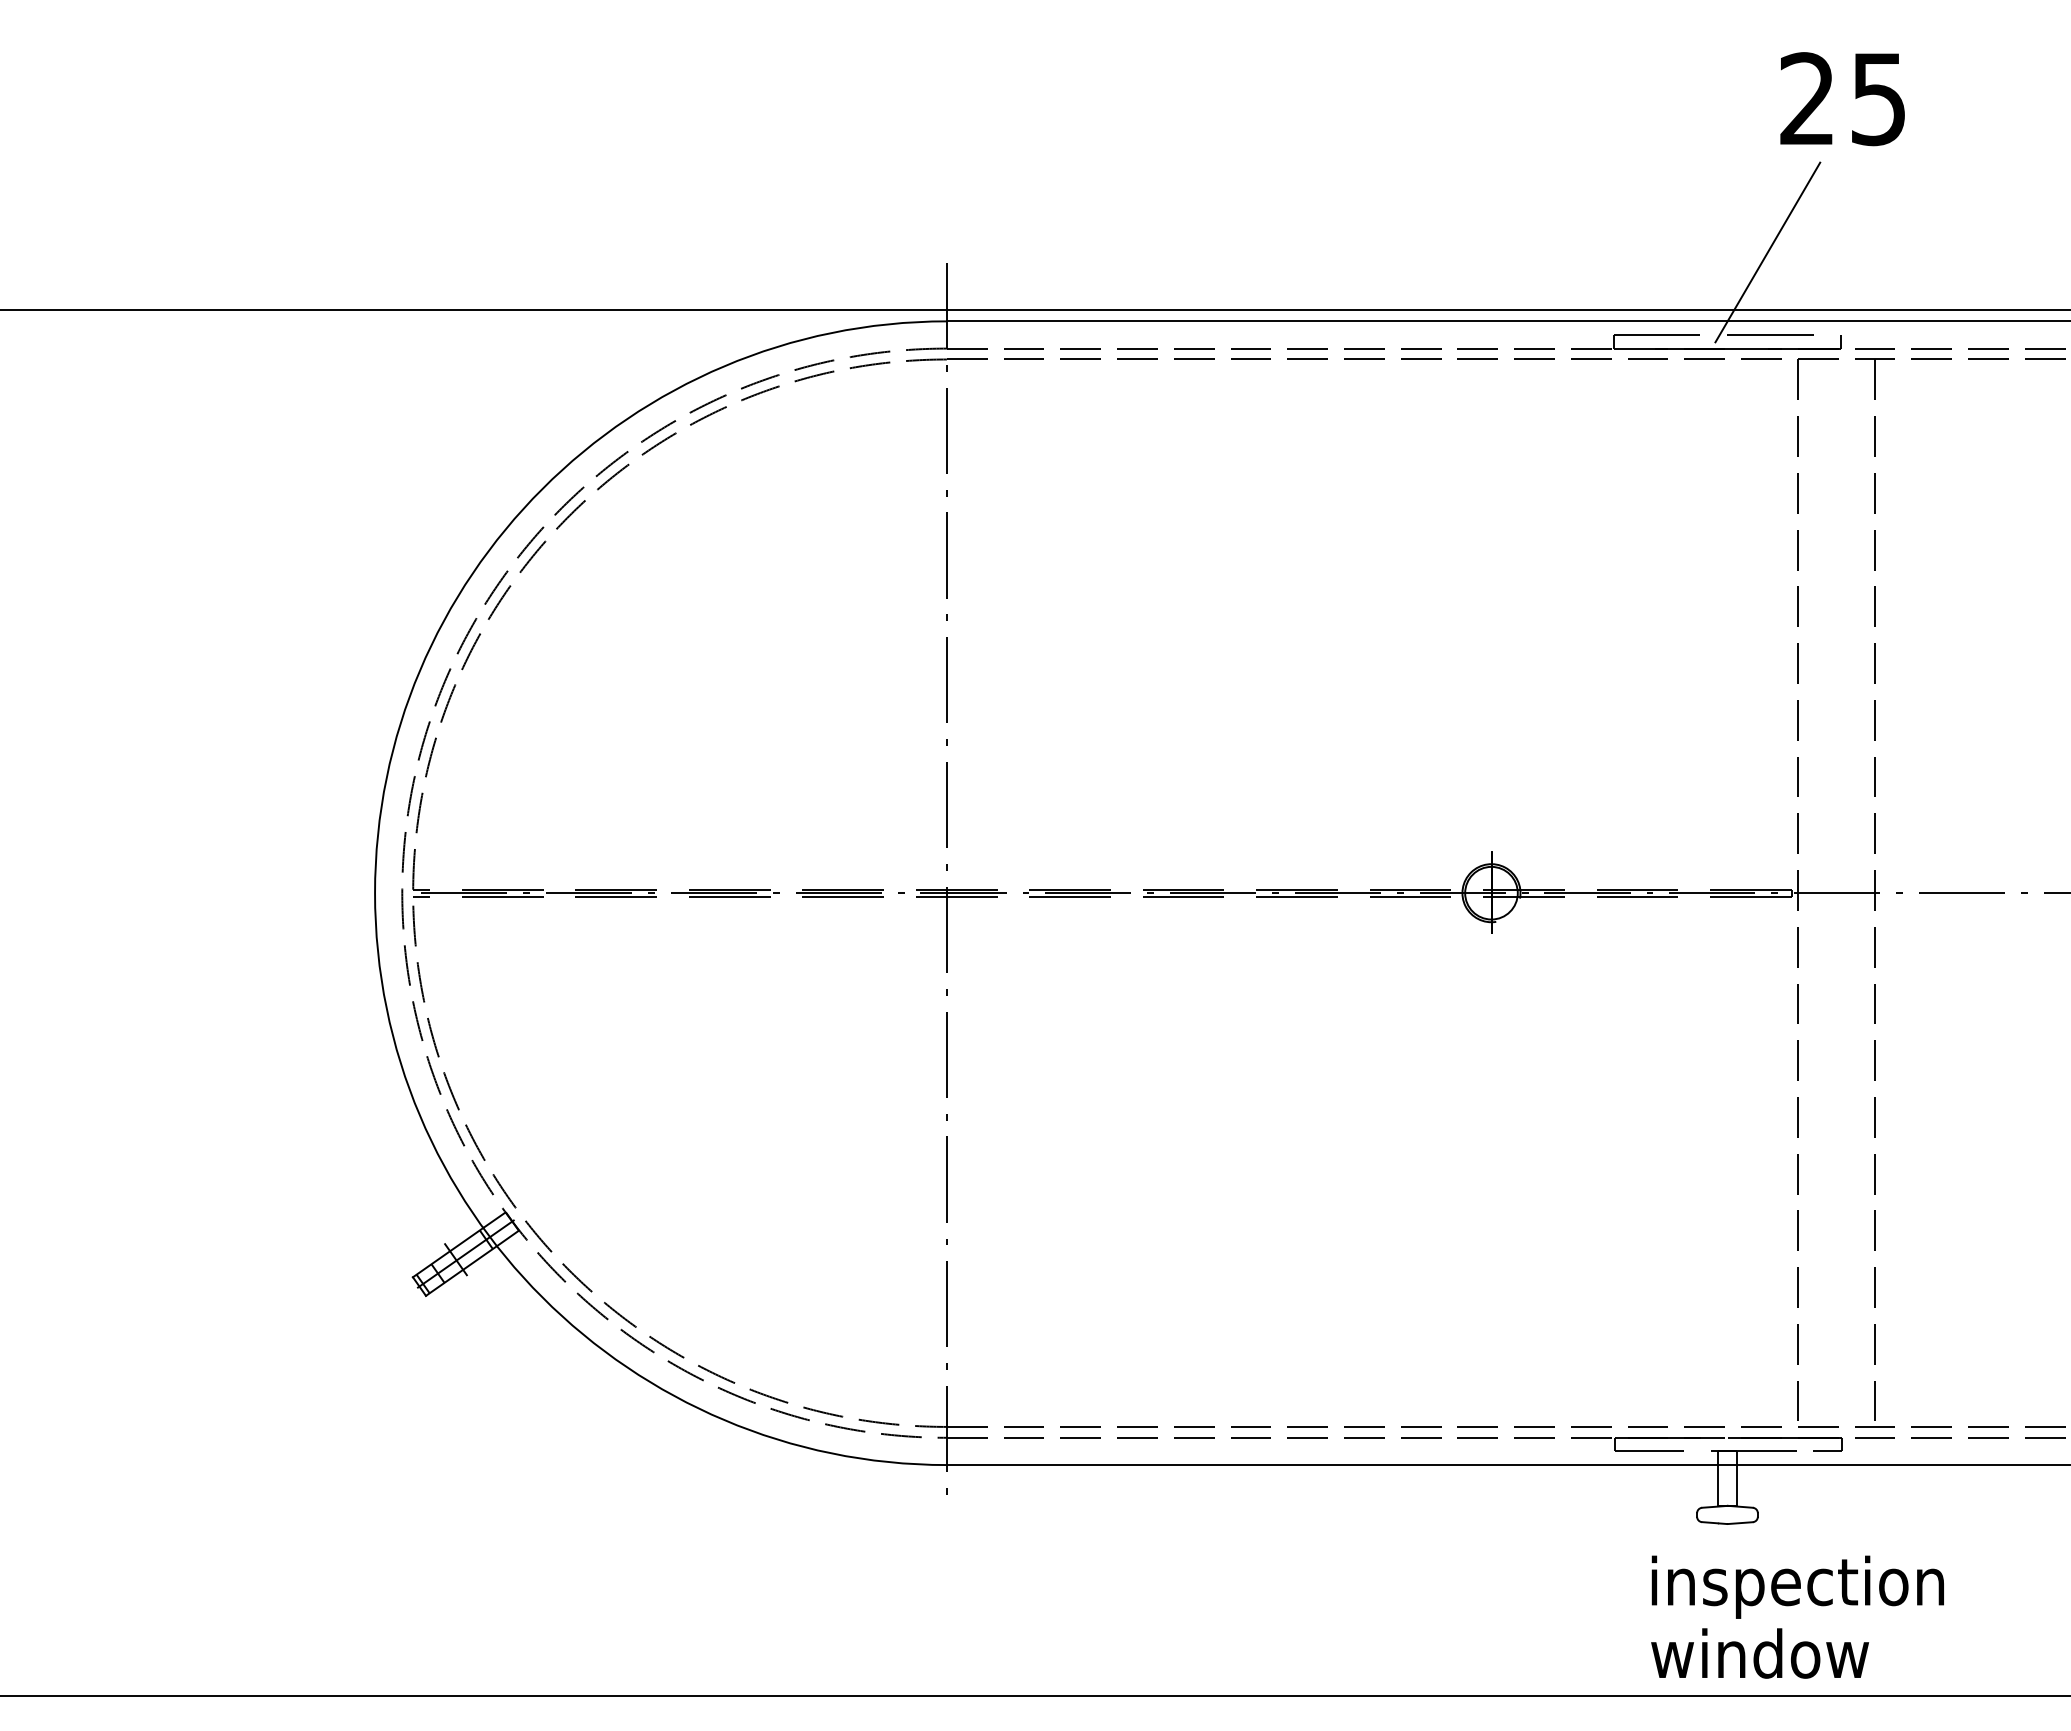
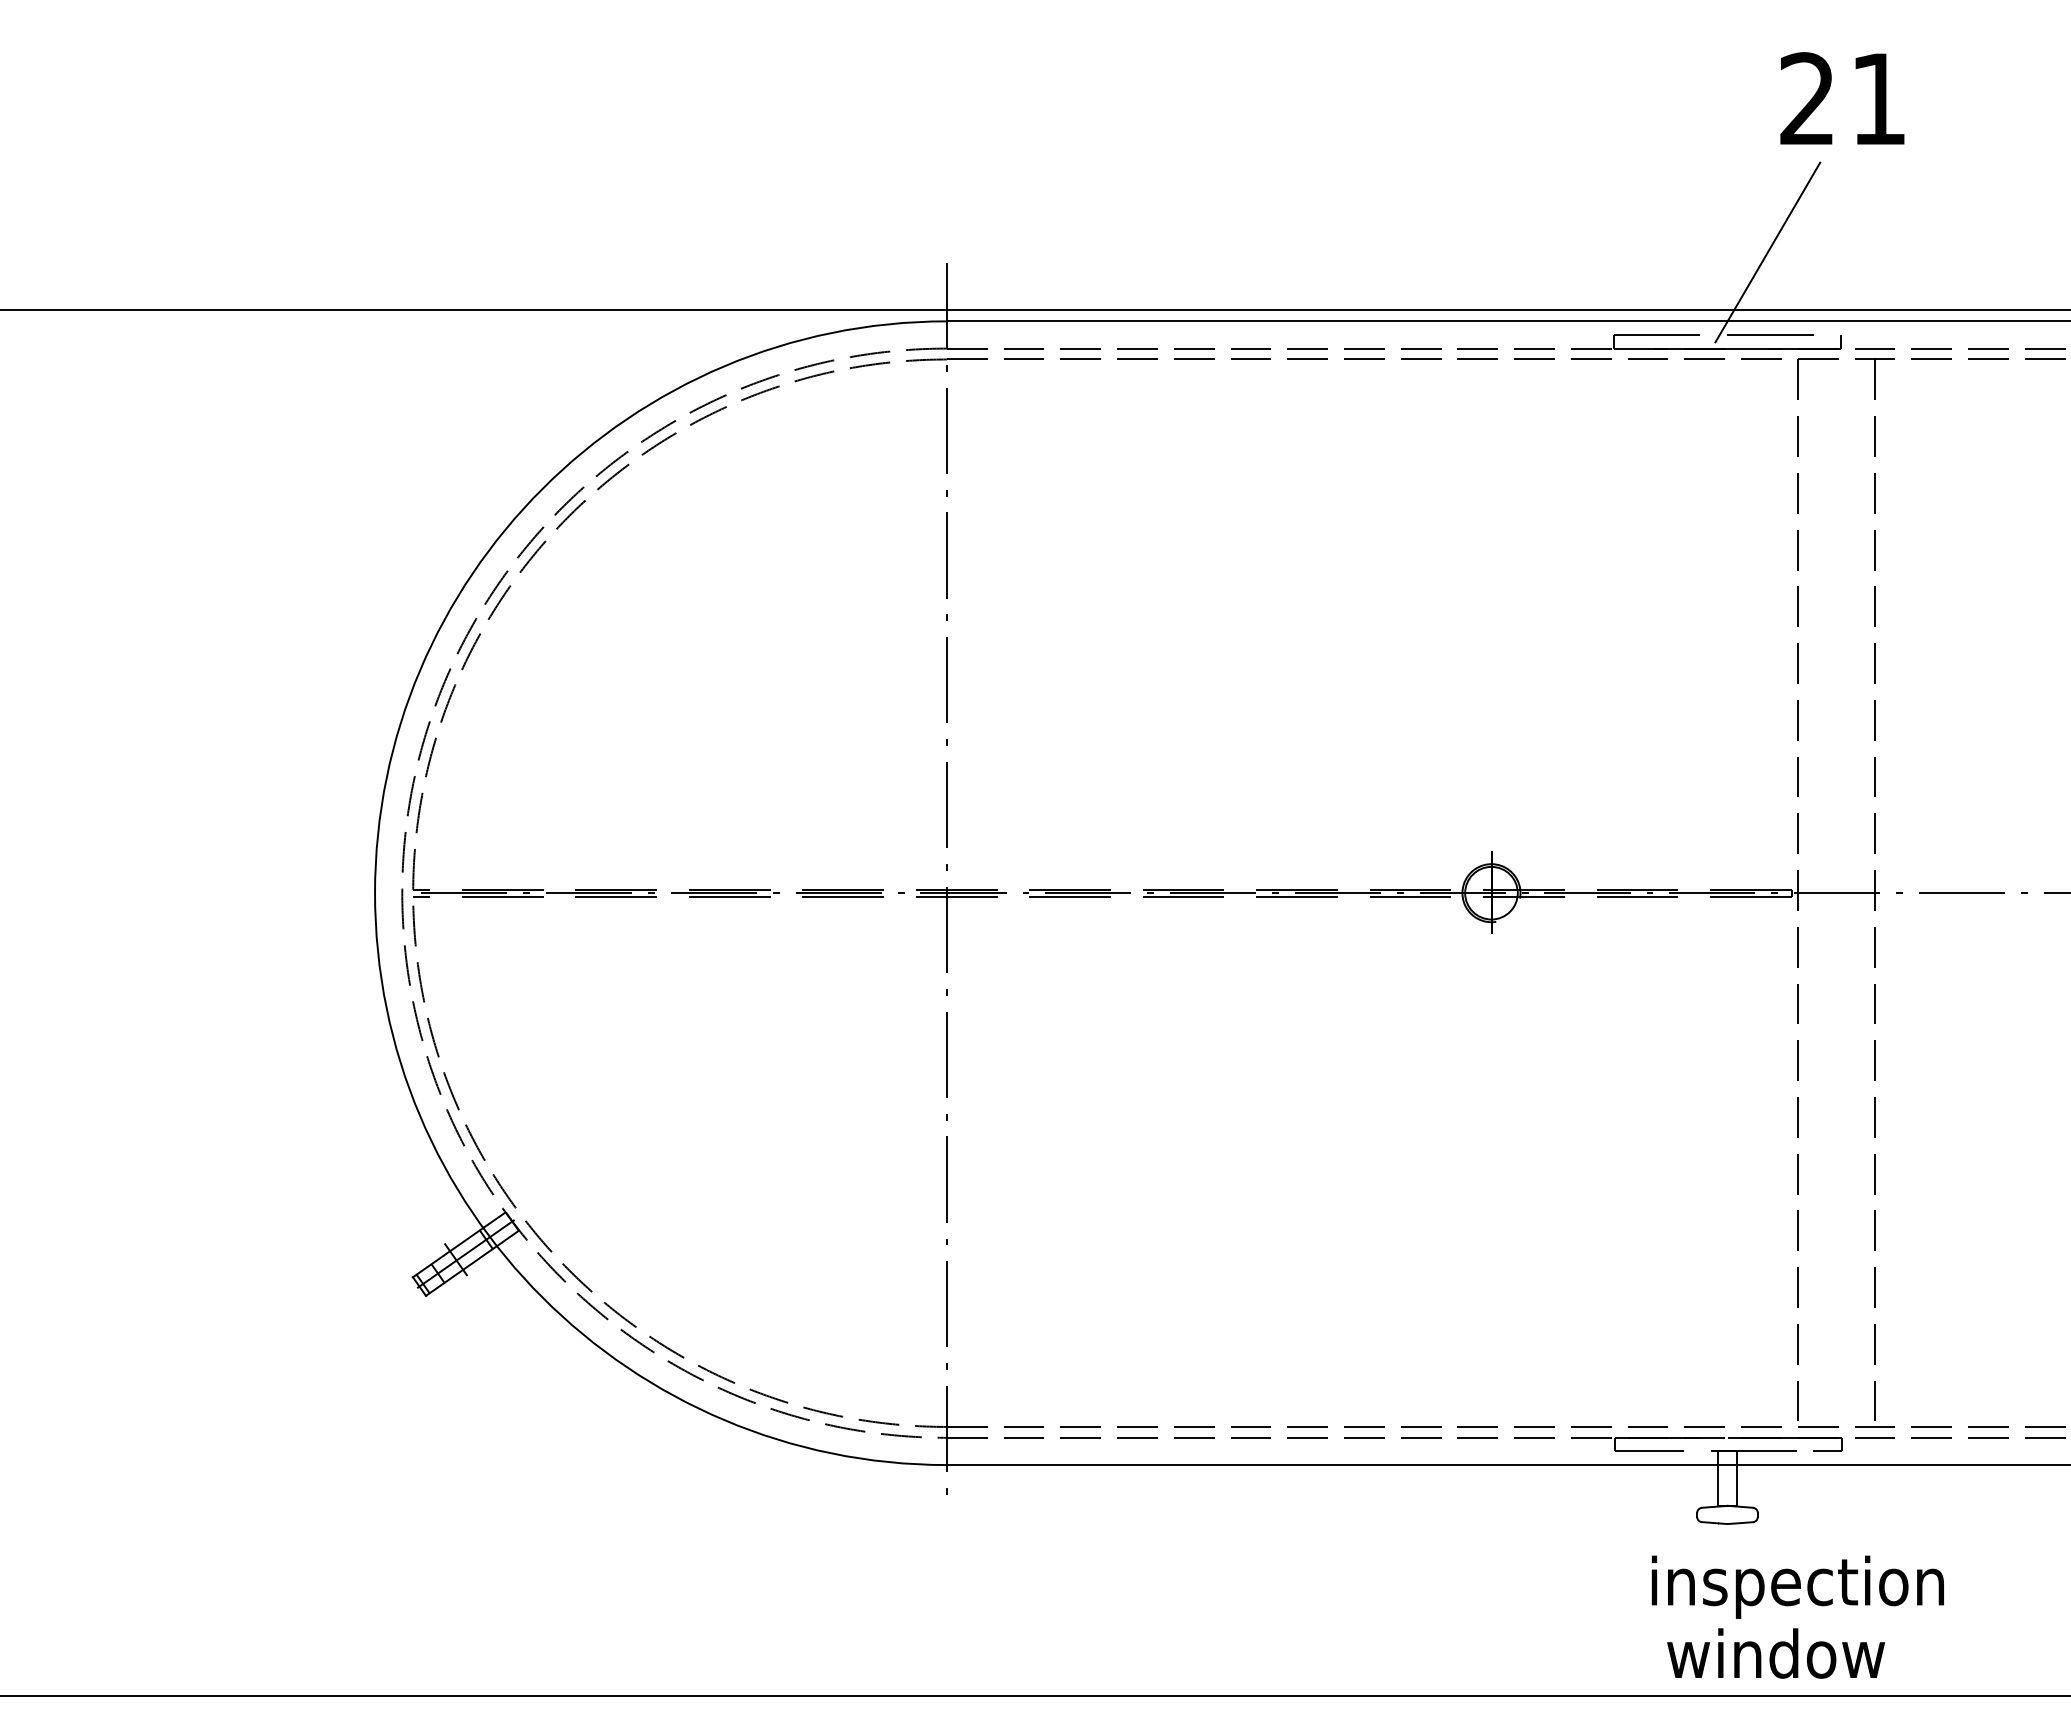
text at (1878, 99): 25 -> 21
text at (1759, 1653) position: (1759, 1653) -> (1775, 1653)
